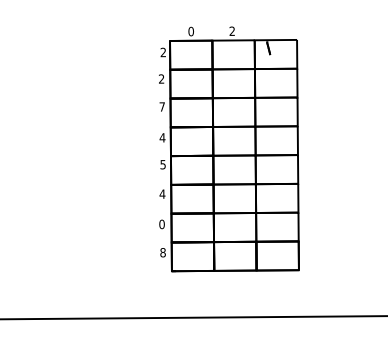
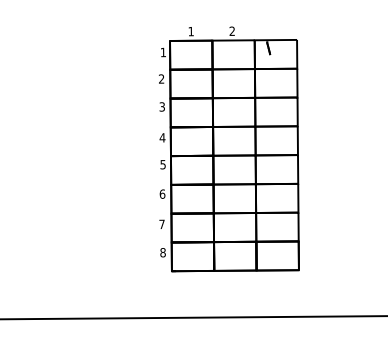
text at (190, 31): 0 -> 1
text at (162, 51): 2 -> 1
text at (161, 106): 7 -> 3
text at (162, 193): 4 -> 6
text at (161, 224): 0 -> 7
